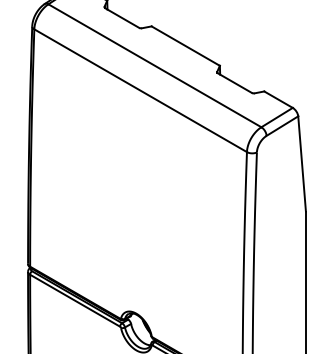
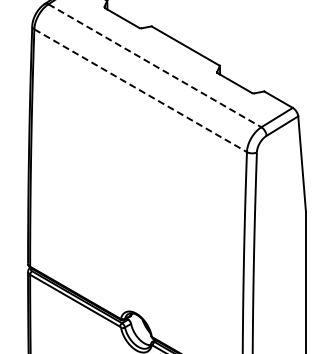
line at (154, 65): solid -> dashed
line at (140, 90): solid -> dashed
